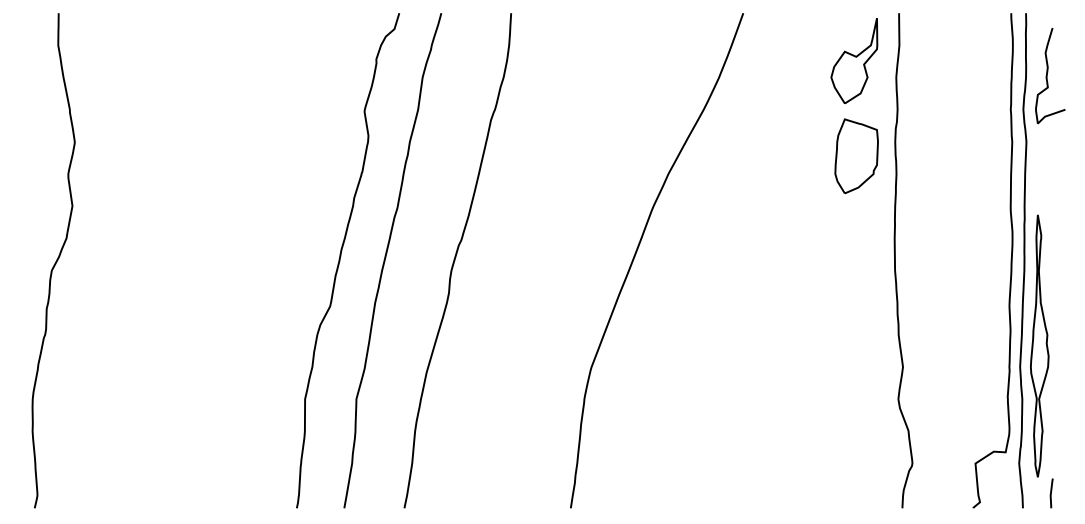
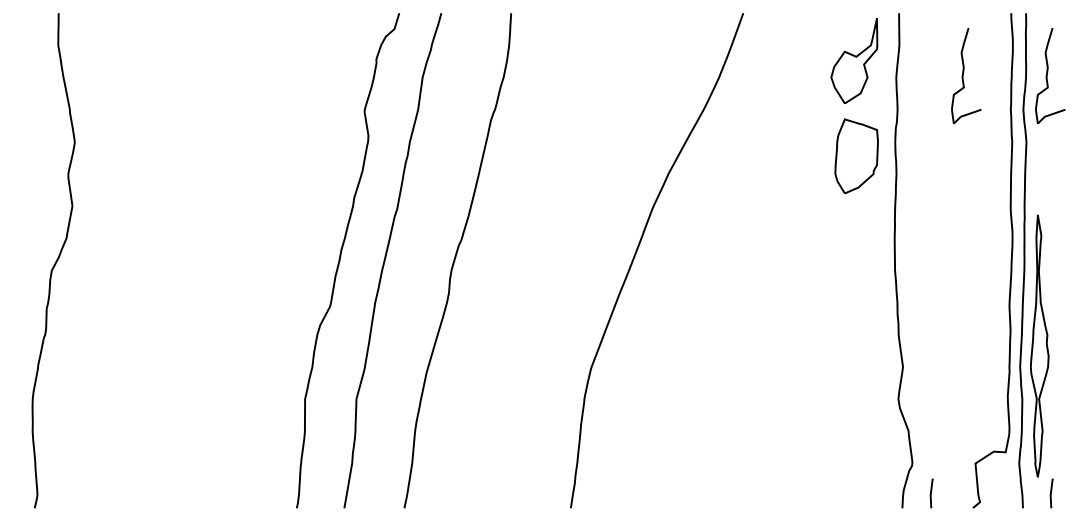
curve at (963, 76): none -> present
line at (931, 493): none -> present
